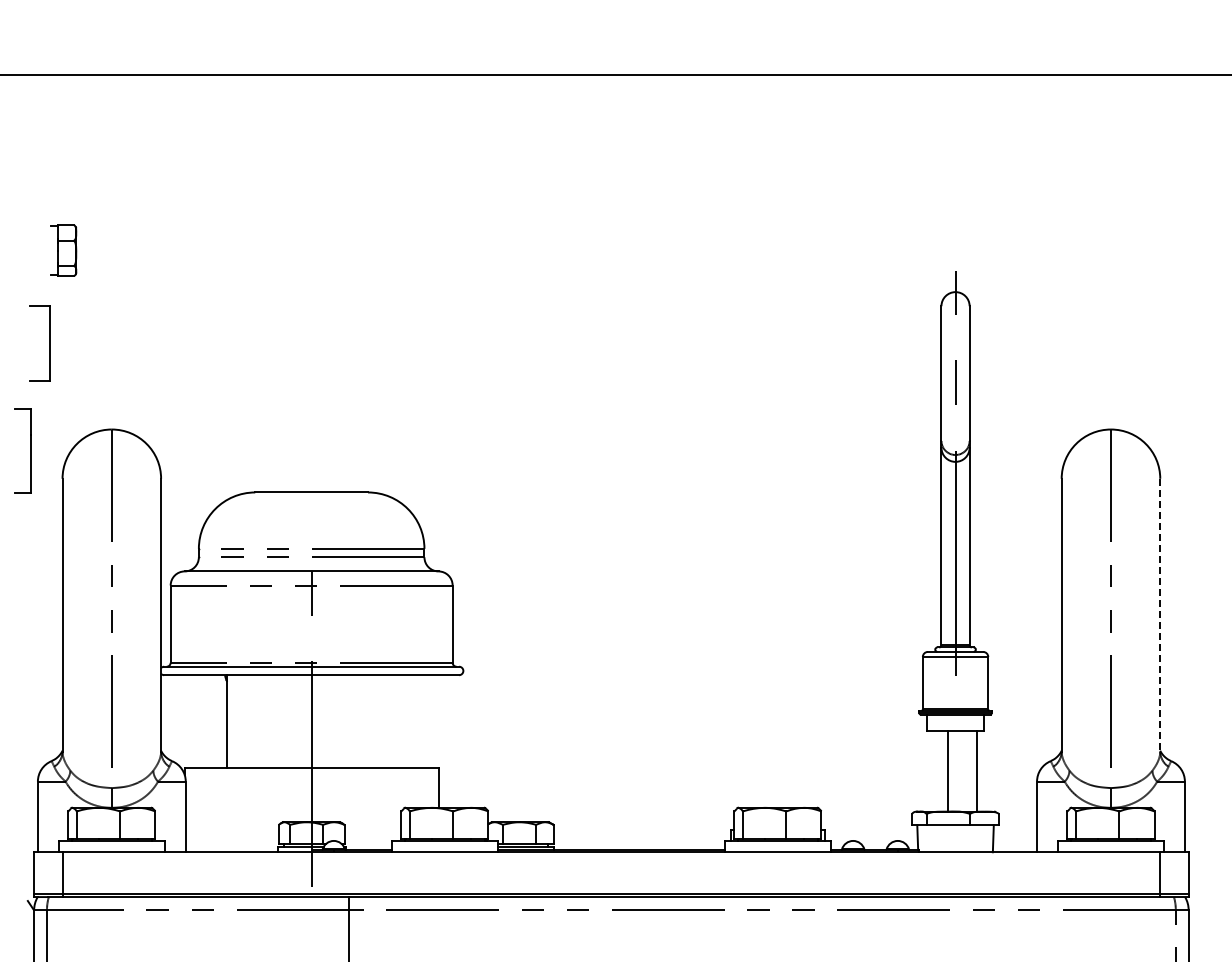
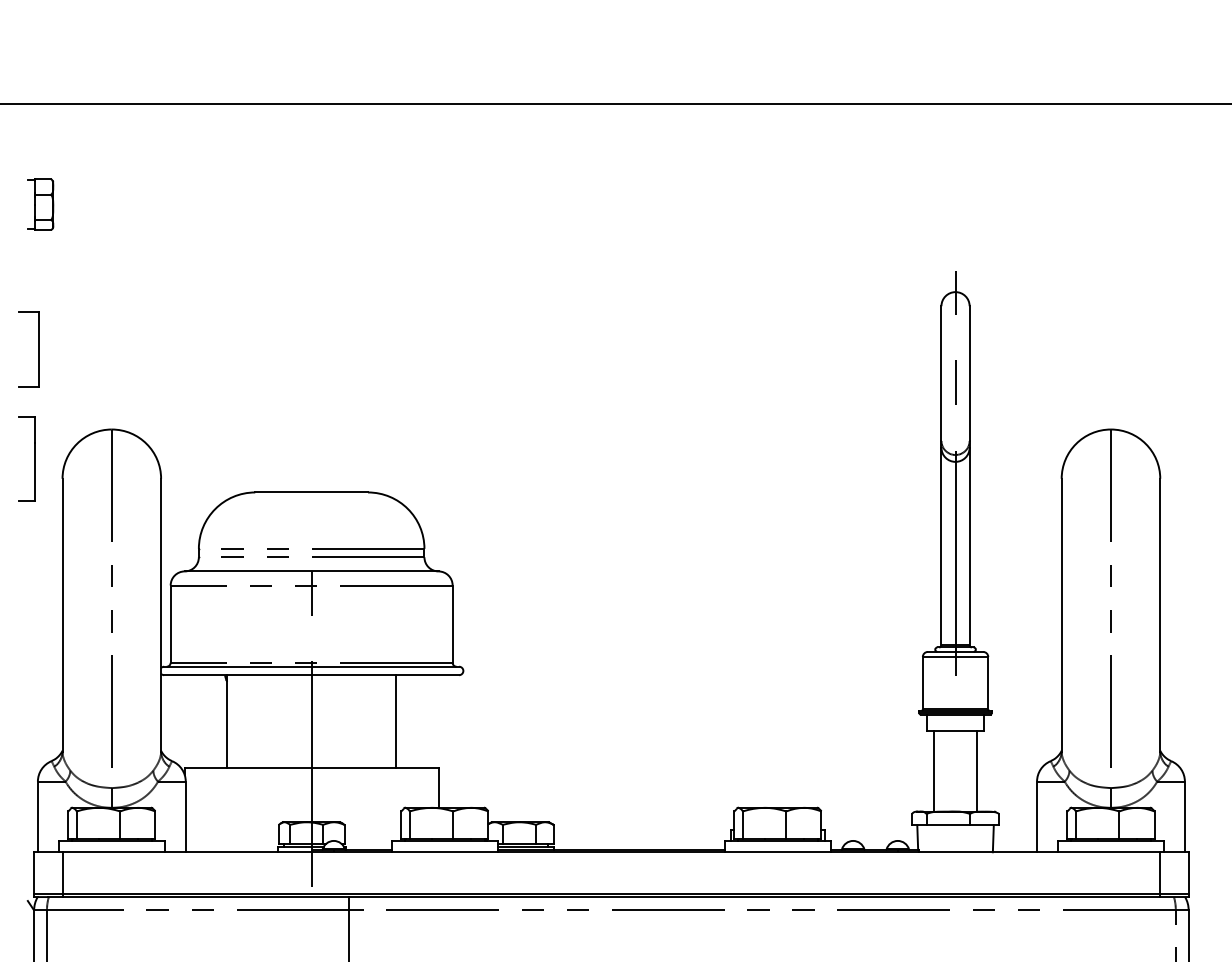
line at (615, 74) position: (615, 74) -> (615, 103)
part at (63, 250) position: (63, 250) -> (40, 204)
part at (49, 343) position: (49, 343) -> (38, 349)
part at (30, 450) position: (30, 450) -> (34, 458)
line at (1160, 615): dashed -> solid
line at (396, 721): none -> present
line at (948, 771) position: (948, 771) -> (934, 771)
